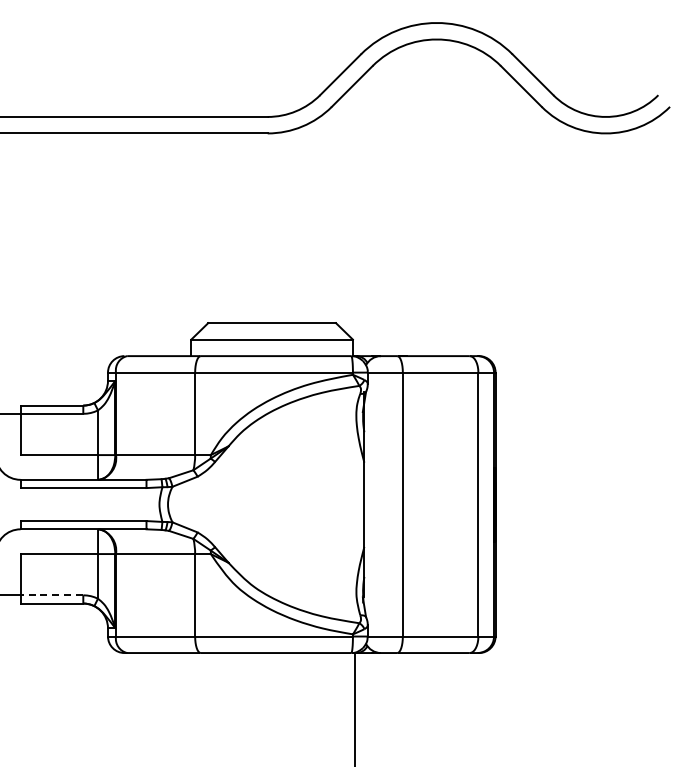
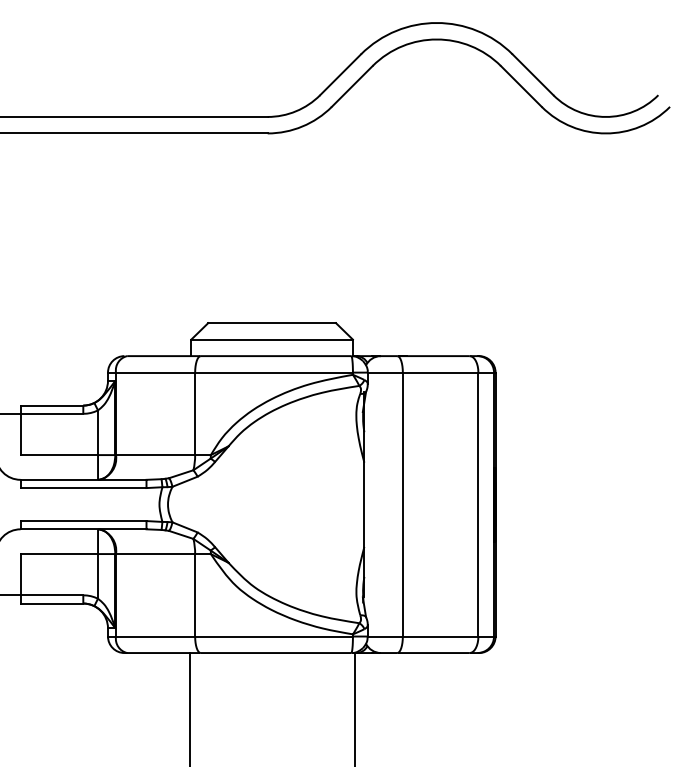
line at (51, 595): dashed -> solid
line at (189, 708): none -> present
